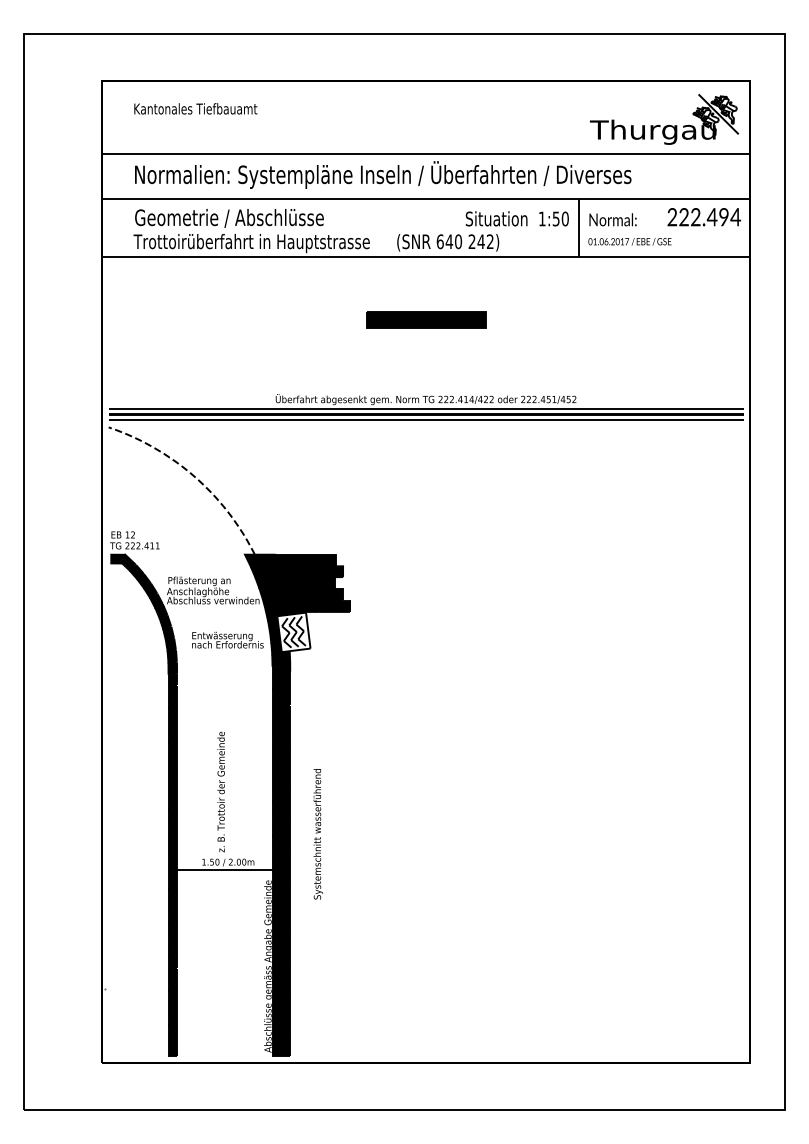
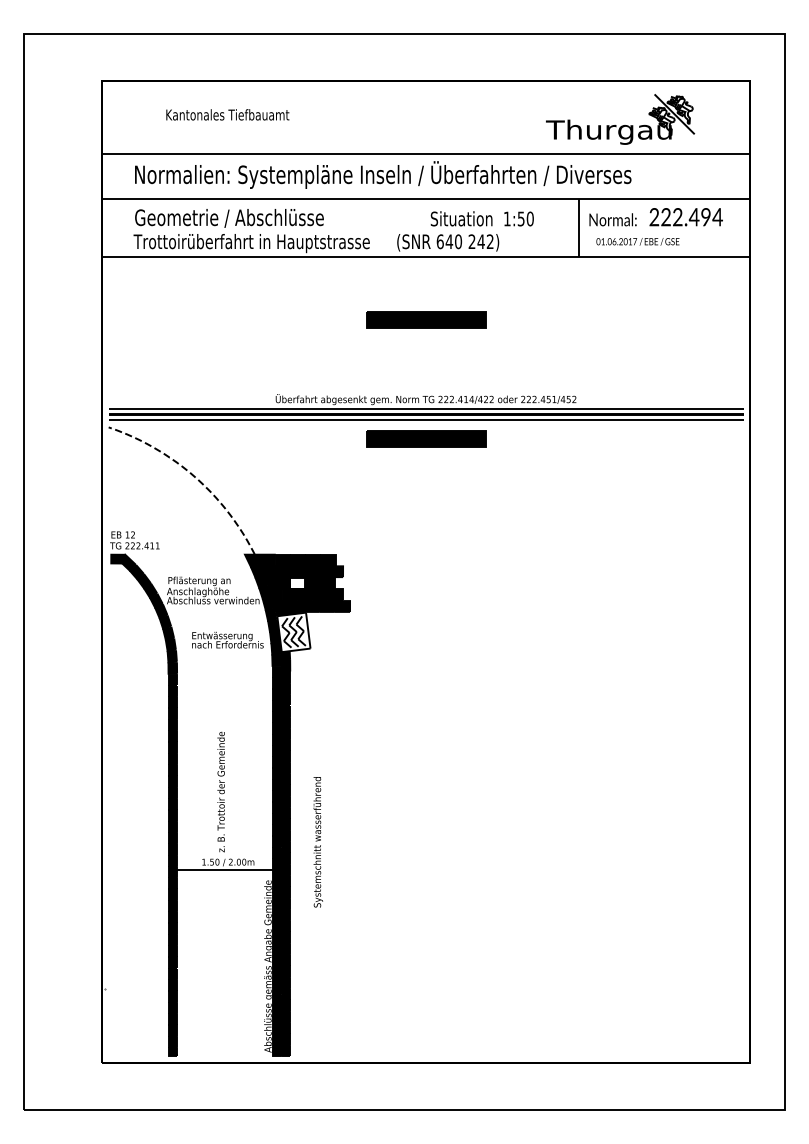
text at (195, 108) position: (195, 108) -> (227, 114)
part at (665, 125) position: (665, 125) -> (621, 125)
text at (703, 217) position: (703, 217) -> (685, 217)
text at (516, 218) position: (516, 218) -> (481, 218)
text at (629, 241) position: (629, 241) -> (637, 241)
part at (426, 438): none -> present
fill at (297, 582): present -> none
text at (317, 834) position: (317, 834) -> (317, 842)
